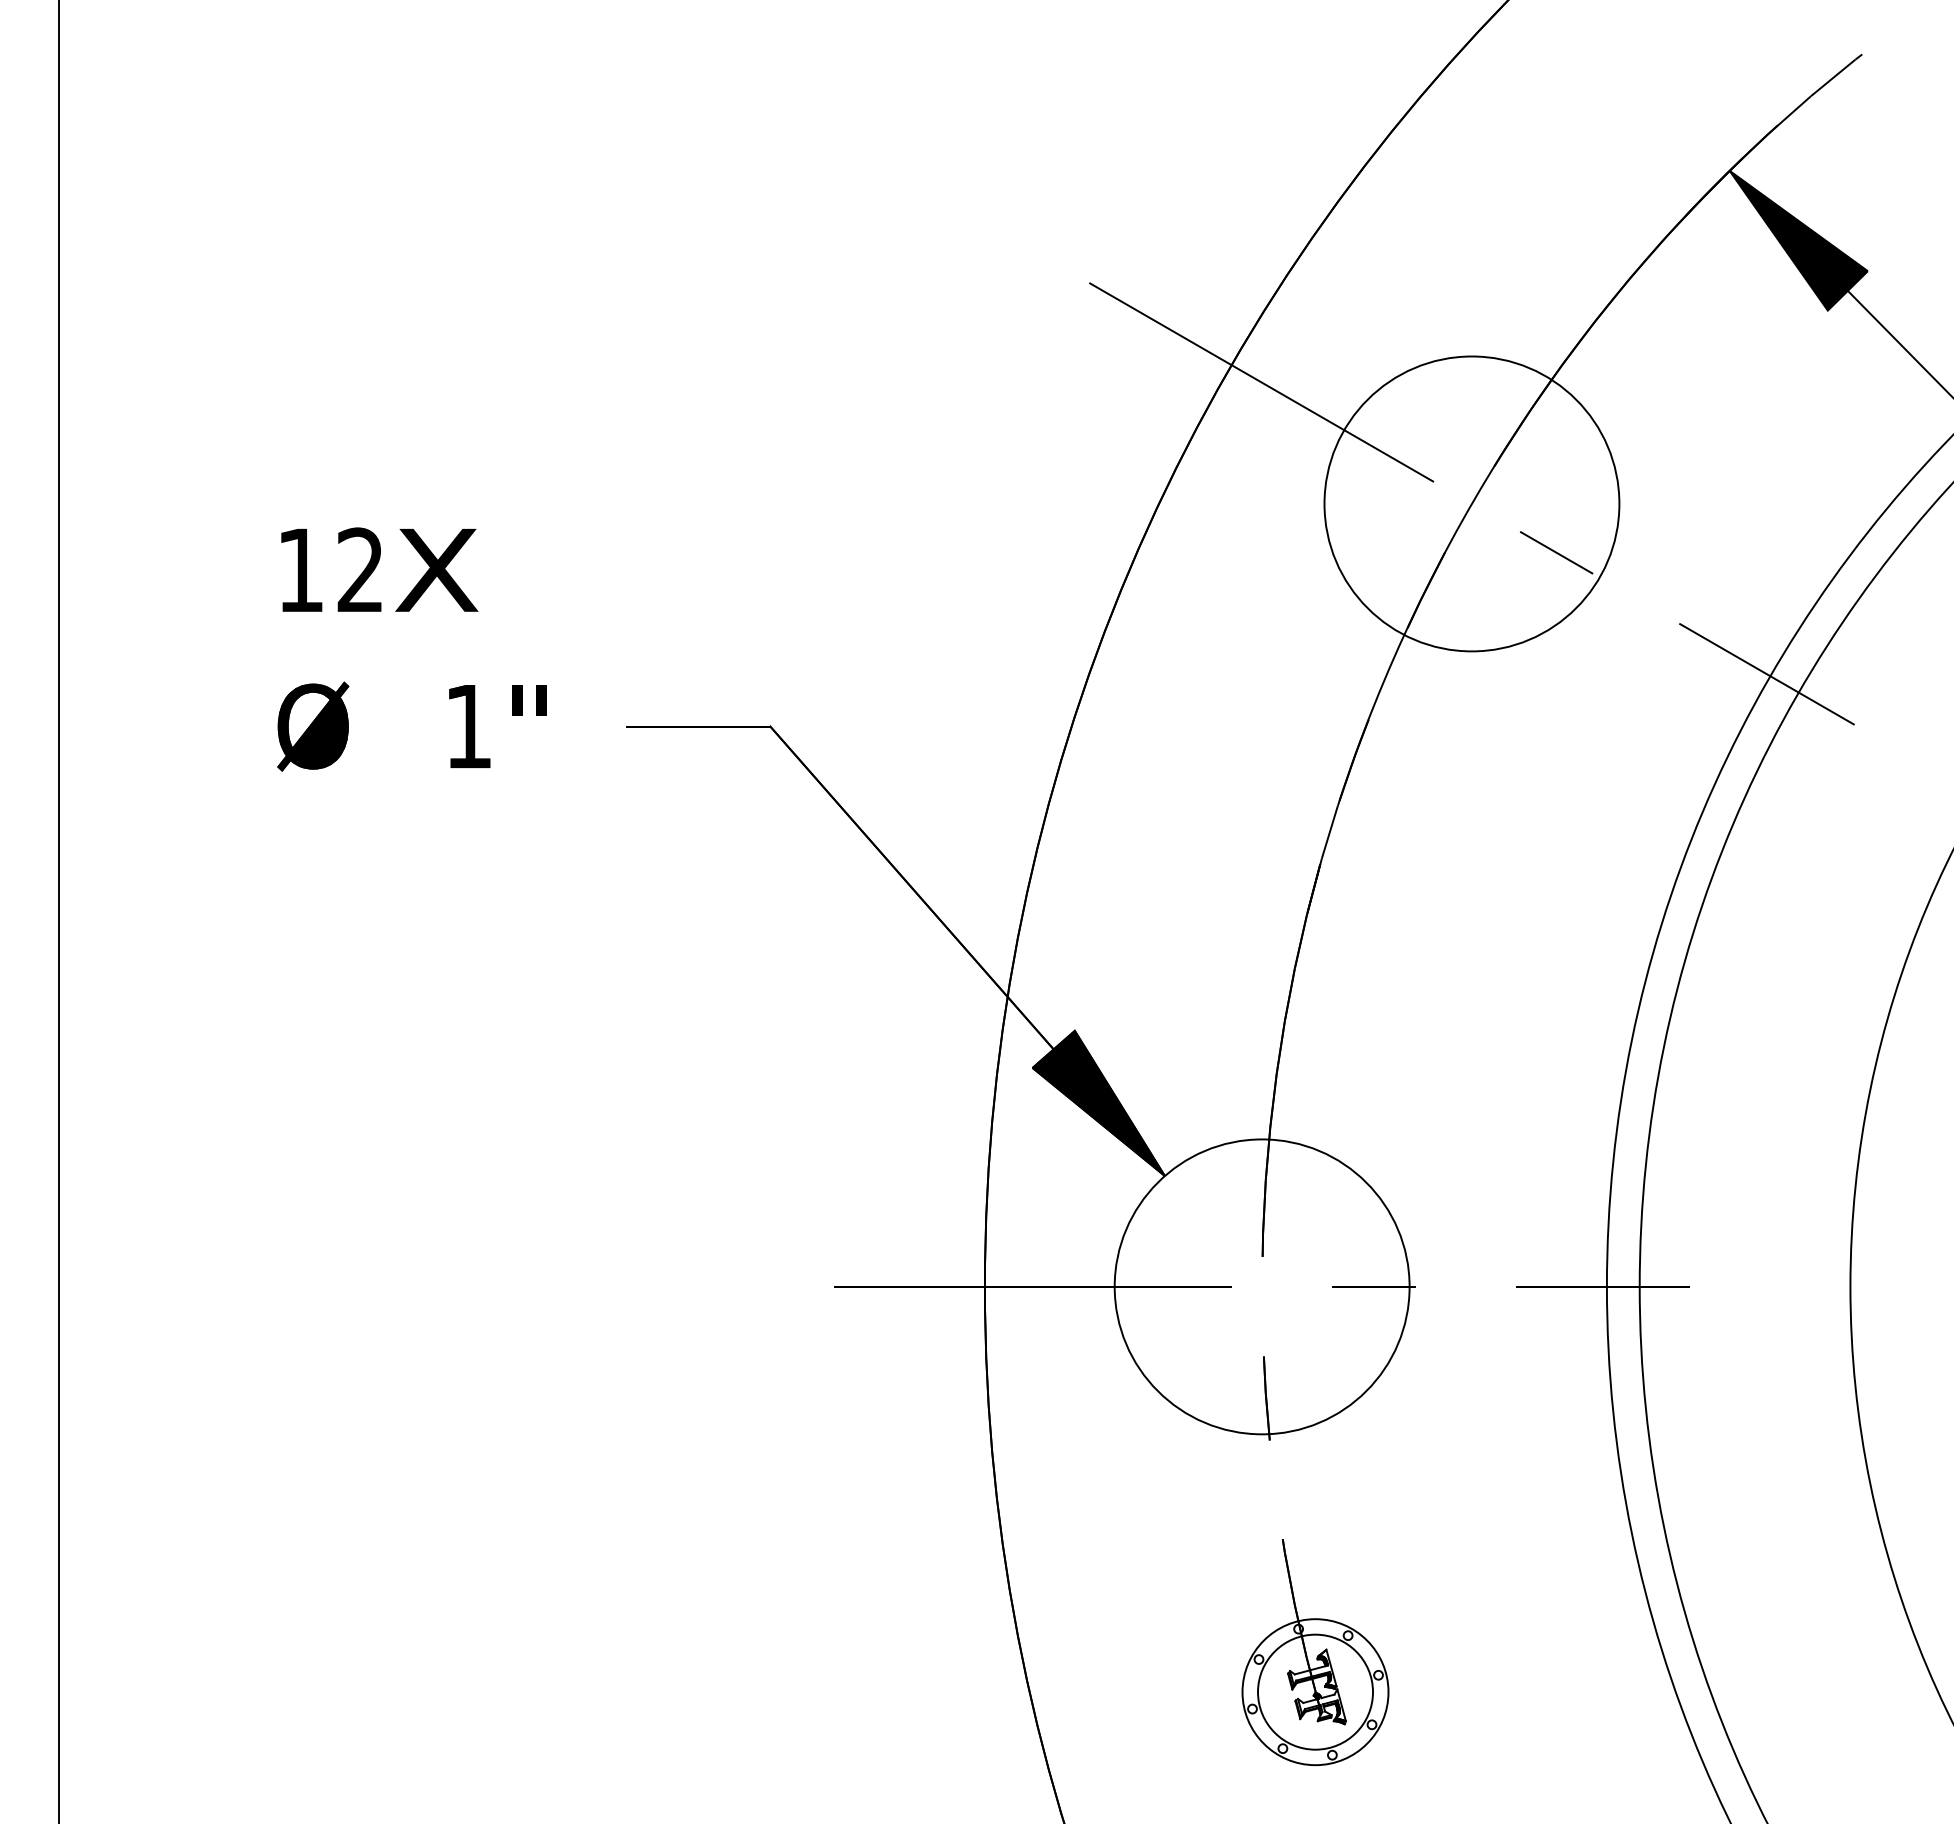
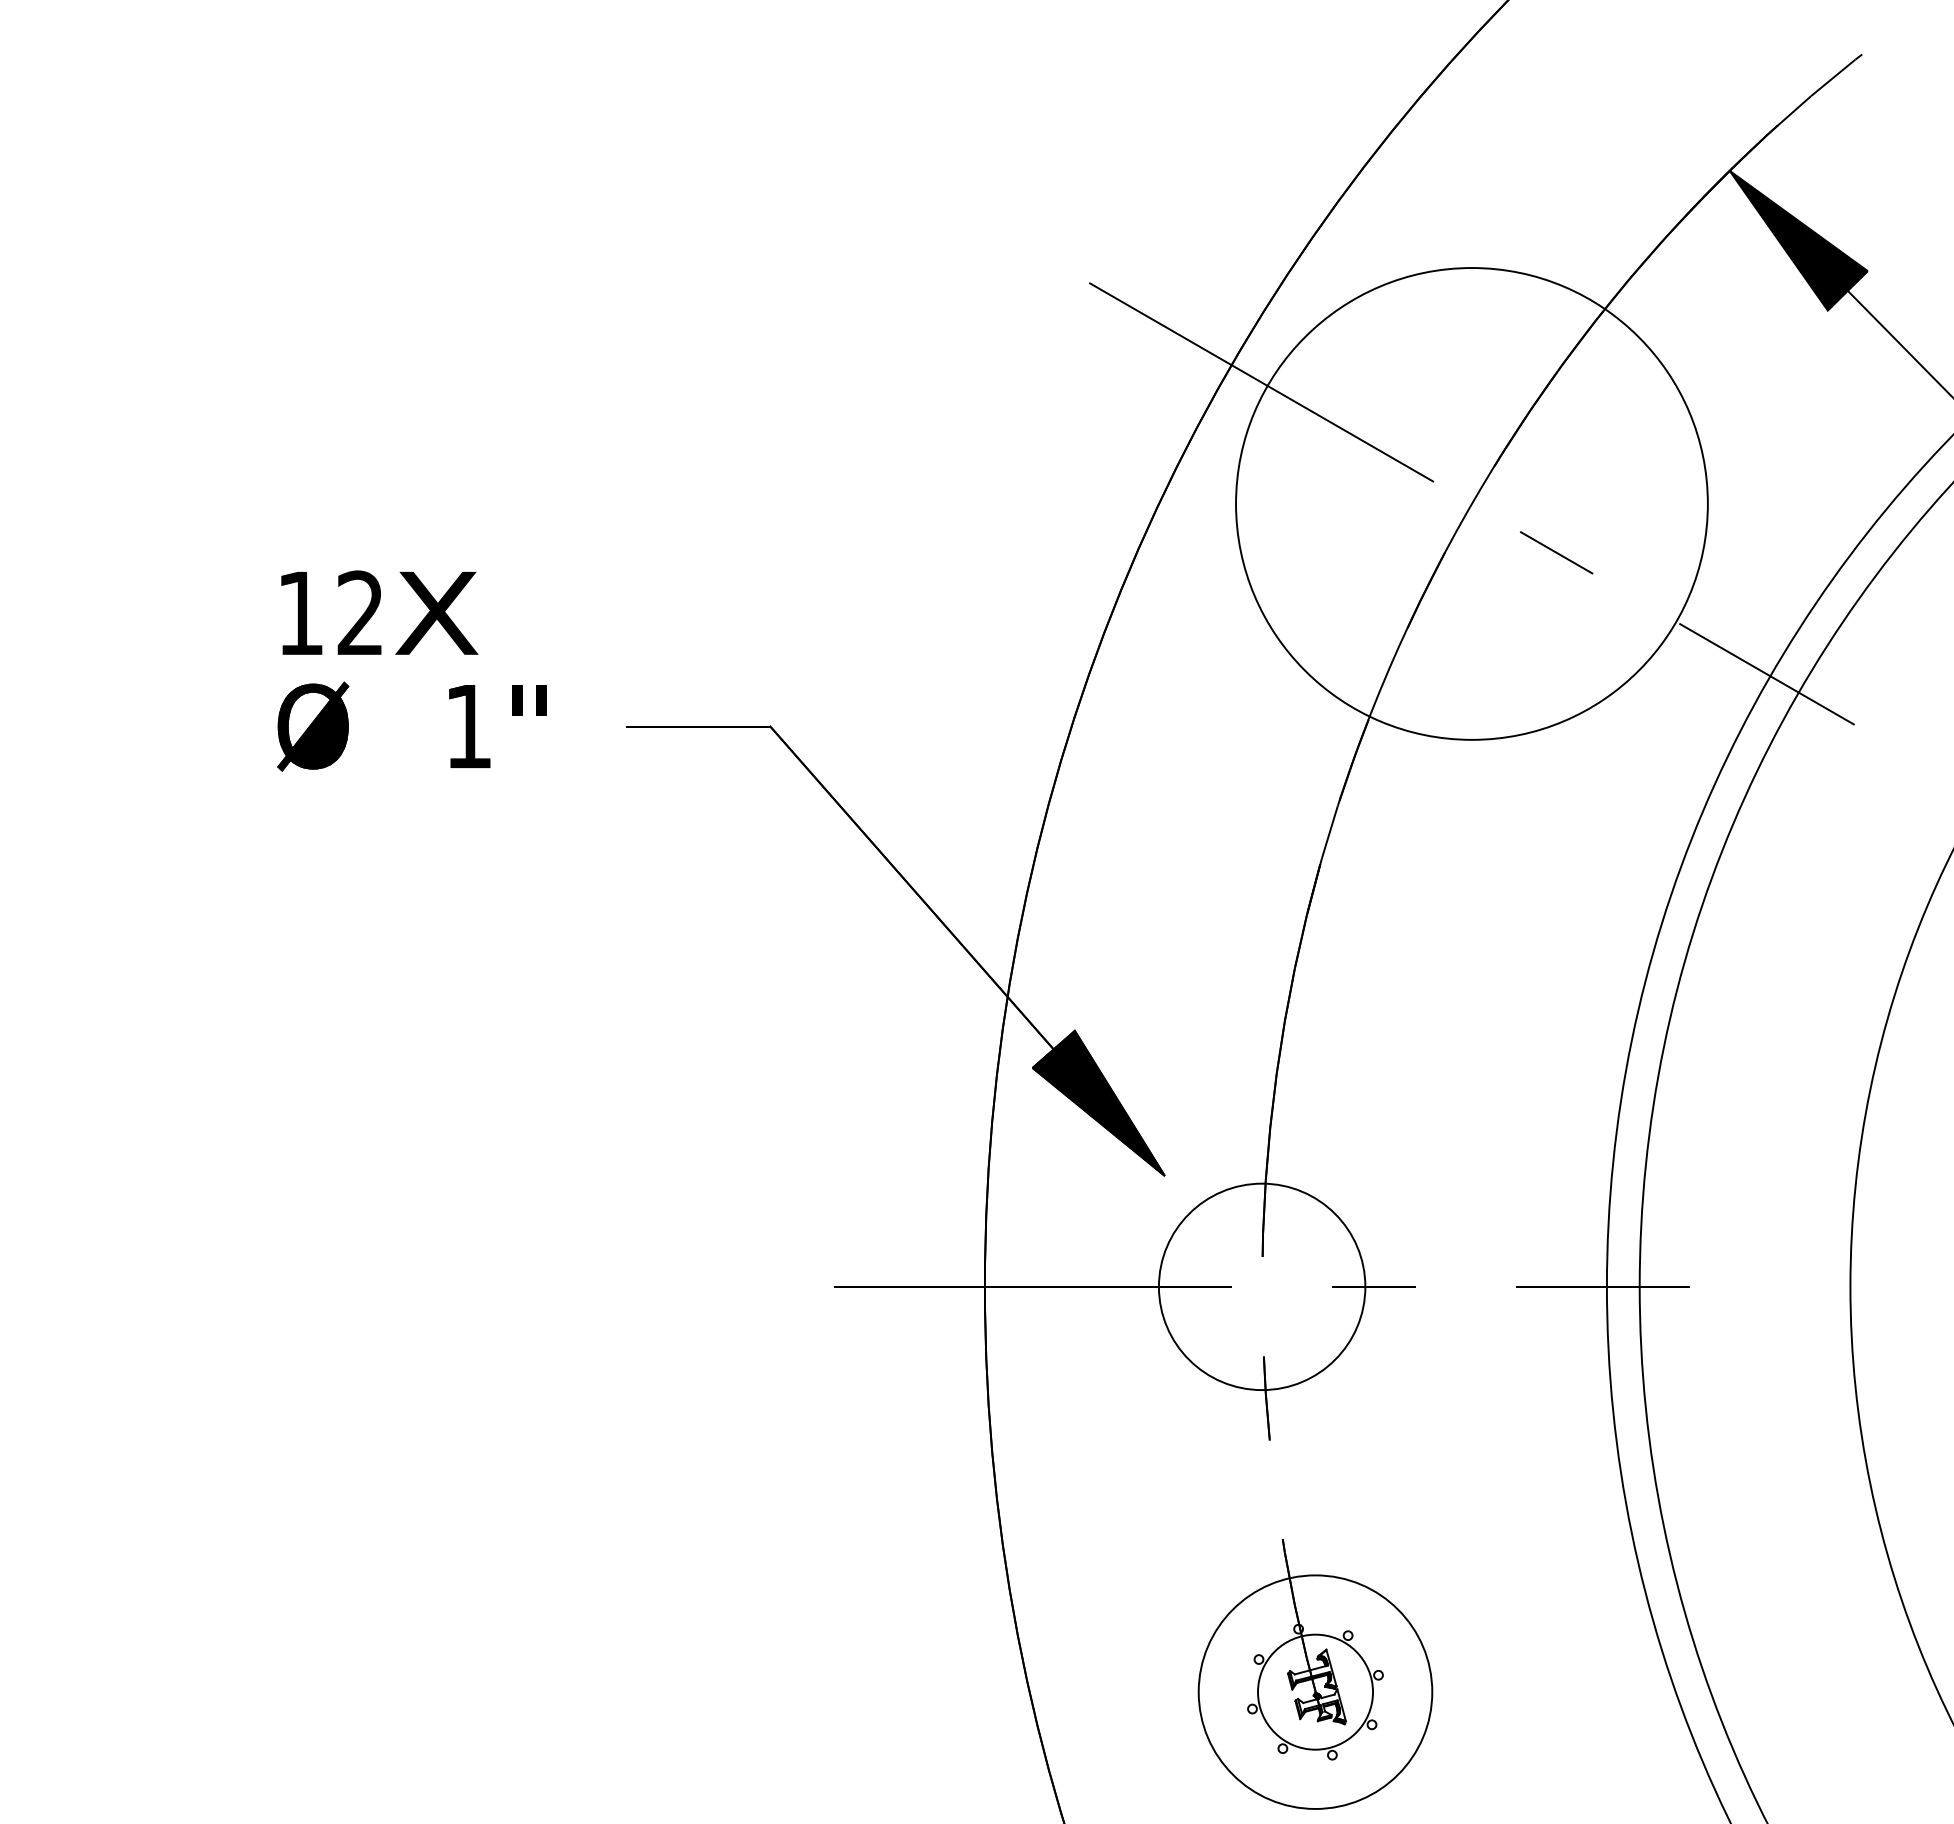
circle at (1471, 503) diameter: 295 px -> 472 px
text at (379, 569) position: (379, 569) -> (379, 612)
line at (58, 911): present -> none
circle at (1261, 1286) diameter: 295 px -> 206 px
circle at (1315, 1692) diameter: 146 px -> 234 px
